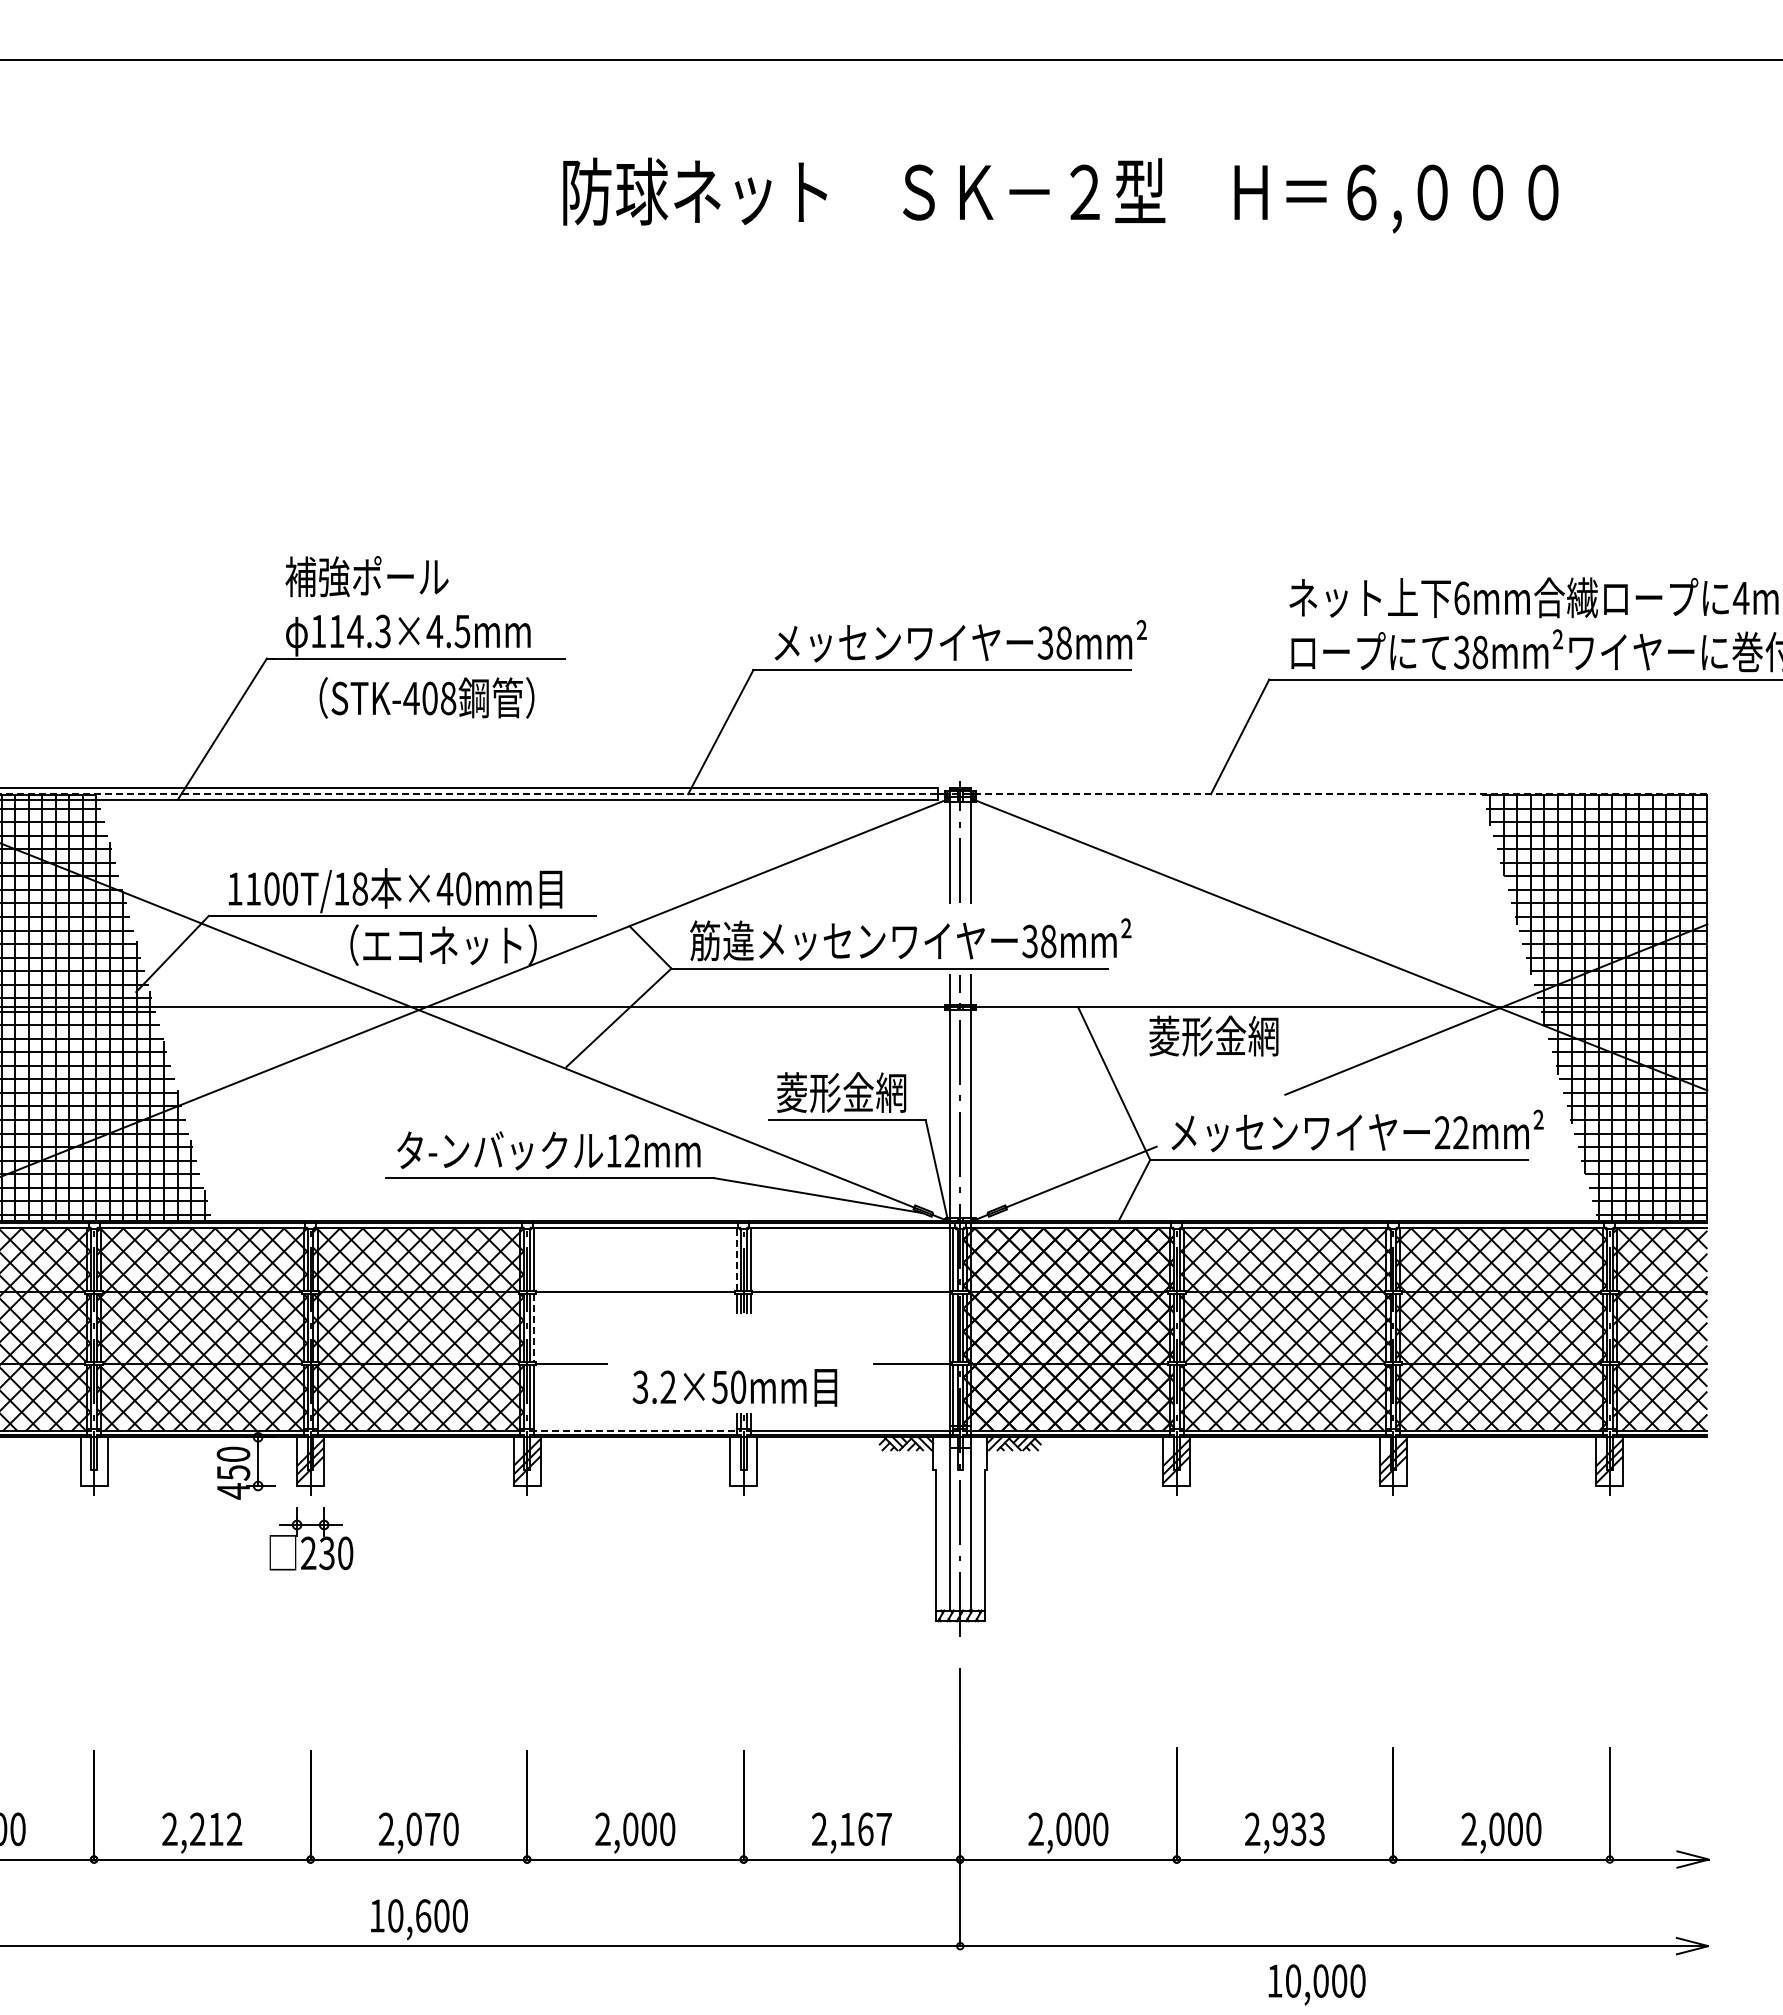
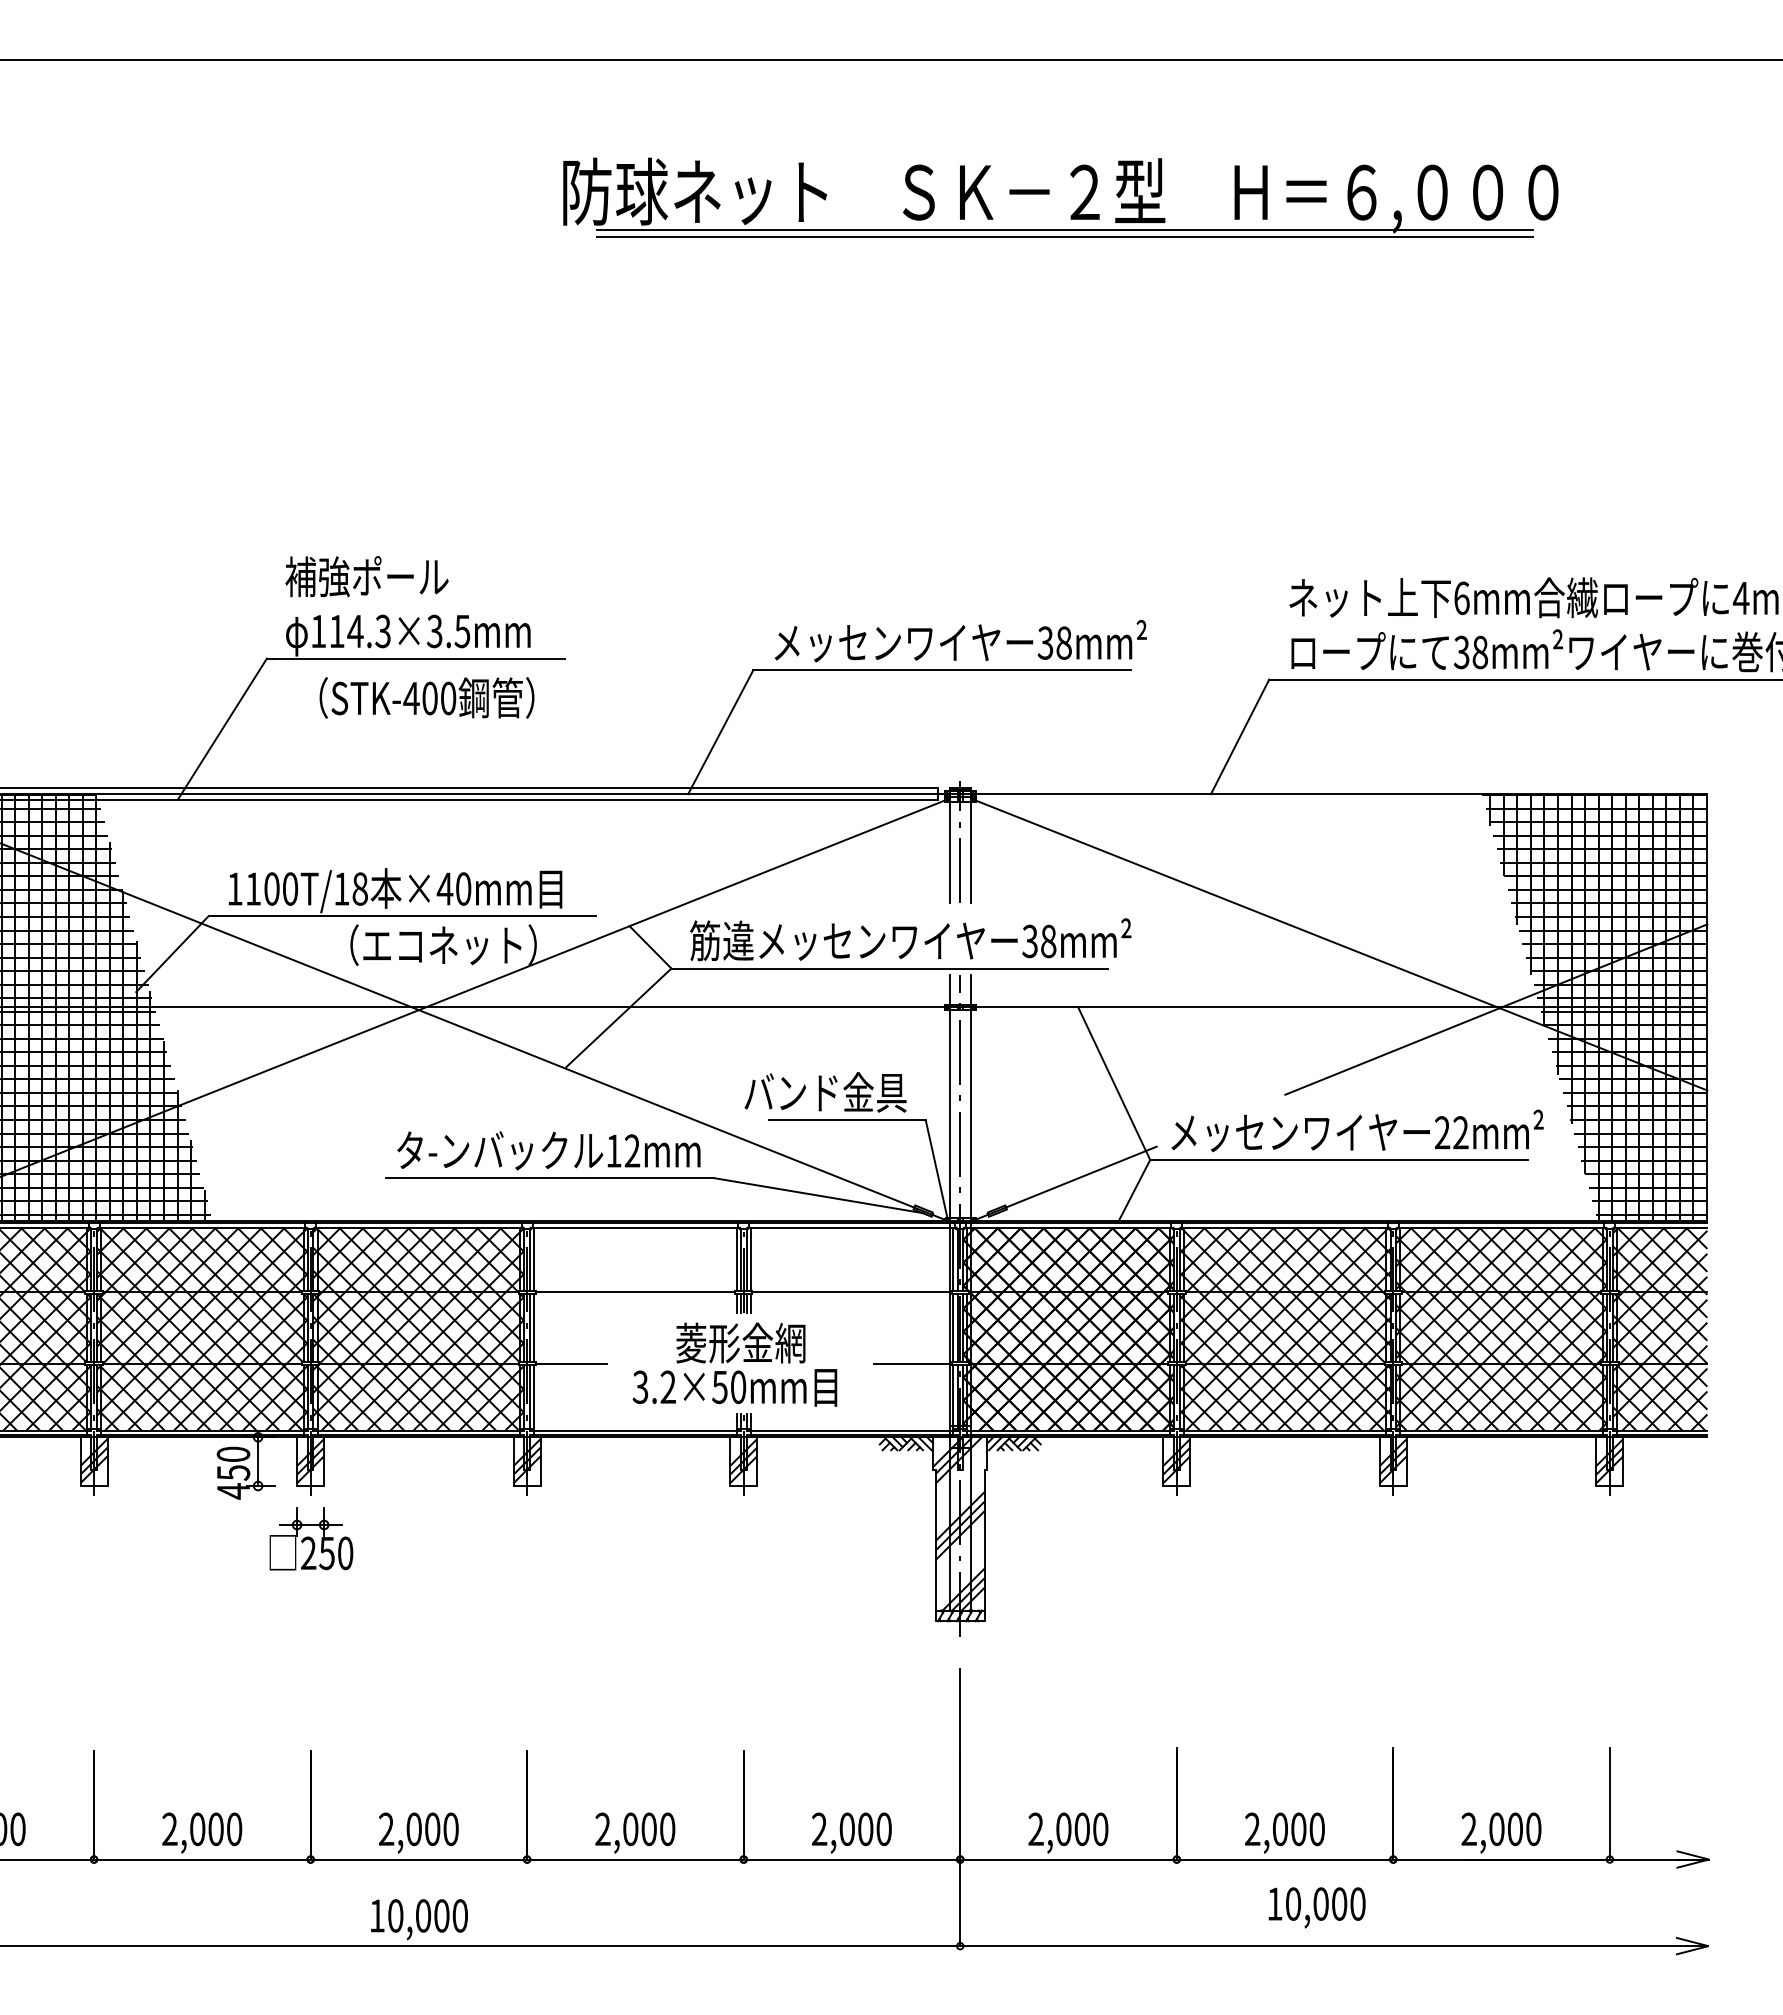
line at (1064, 230): none -> present
line at (1064, 236): none -> present
text at (434, 631): 114.3×4.5mm -> 114.3×3.5mm
text at (448, 698): STK-408 -> STK-400
line at (853, 794): dashed -> solid
text at (1213, 1035) position: (1213, 1035) -> (740, 1342)
text at (825, 1092): 菱形金網 -> バンド金具
line at (736, 1259): dashed -> solid
line at (534, 1328): dashed -> solid
line at (635, 1430): dashed -> solid
hatch at (93, 1460): none -> present
hatch at (743, 1460): none -> present
hatch at (958, 1523): none -> present
text at (326, 1552): 230 -> 250
text at (216, 1829): 2,212 -> 2,000
text at (432, 1829): 2,070 -> 2,000
text at (865, 1829): 2,167 -> 2,000
text at (1298, 1829): 2,933 -> 2,000
text at (423, 1915): 10,600 -> 10,000
text at (1316, 1984) position: (1316, 1984) -> (1316, 1907)
